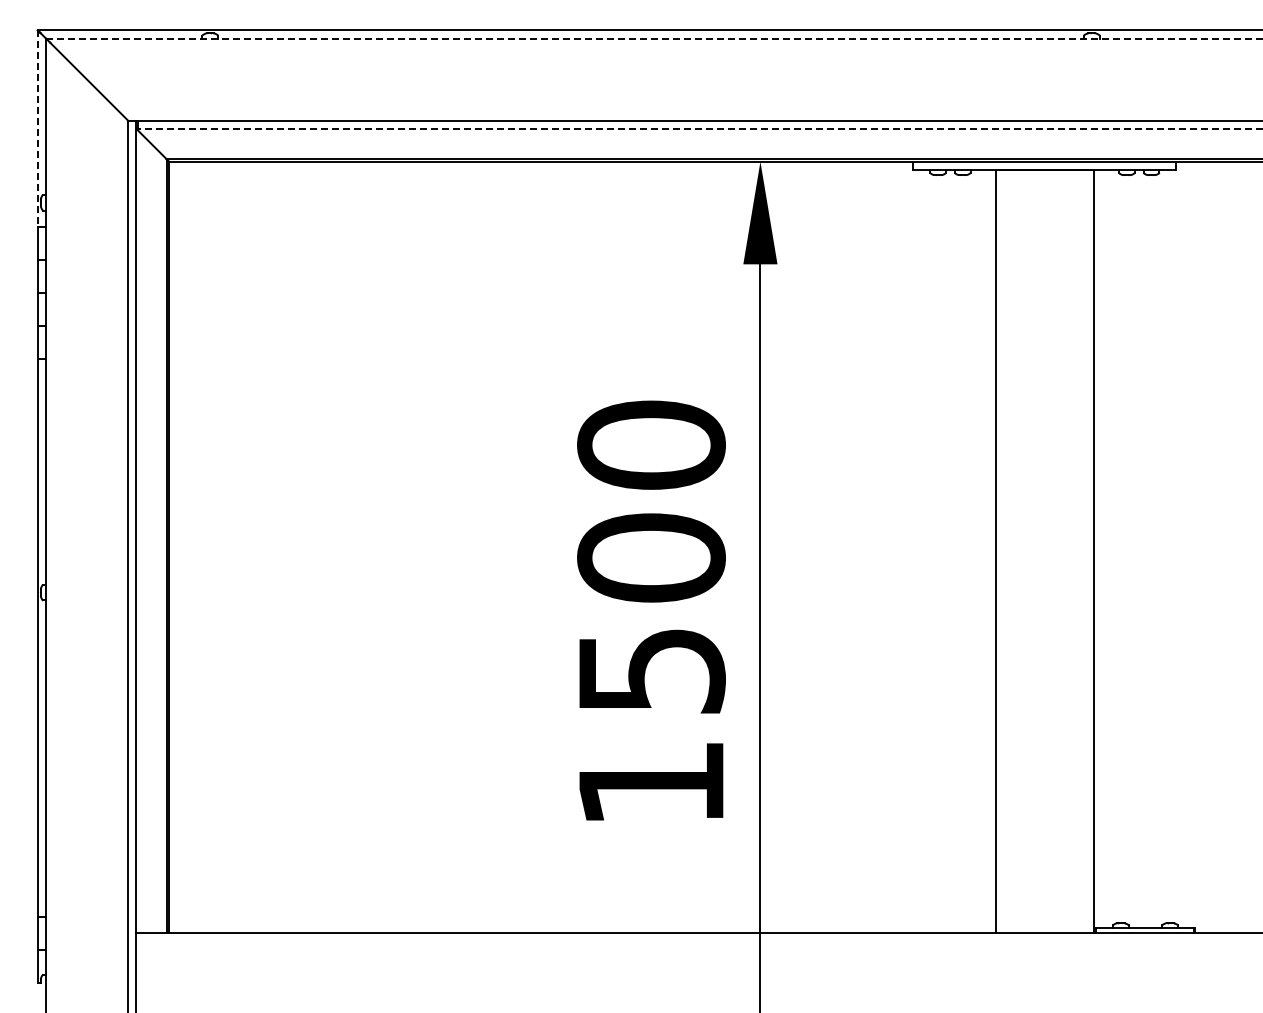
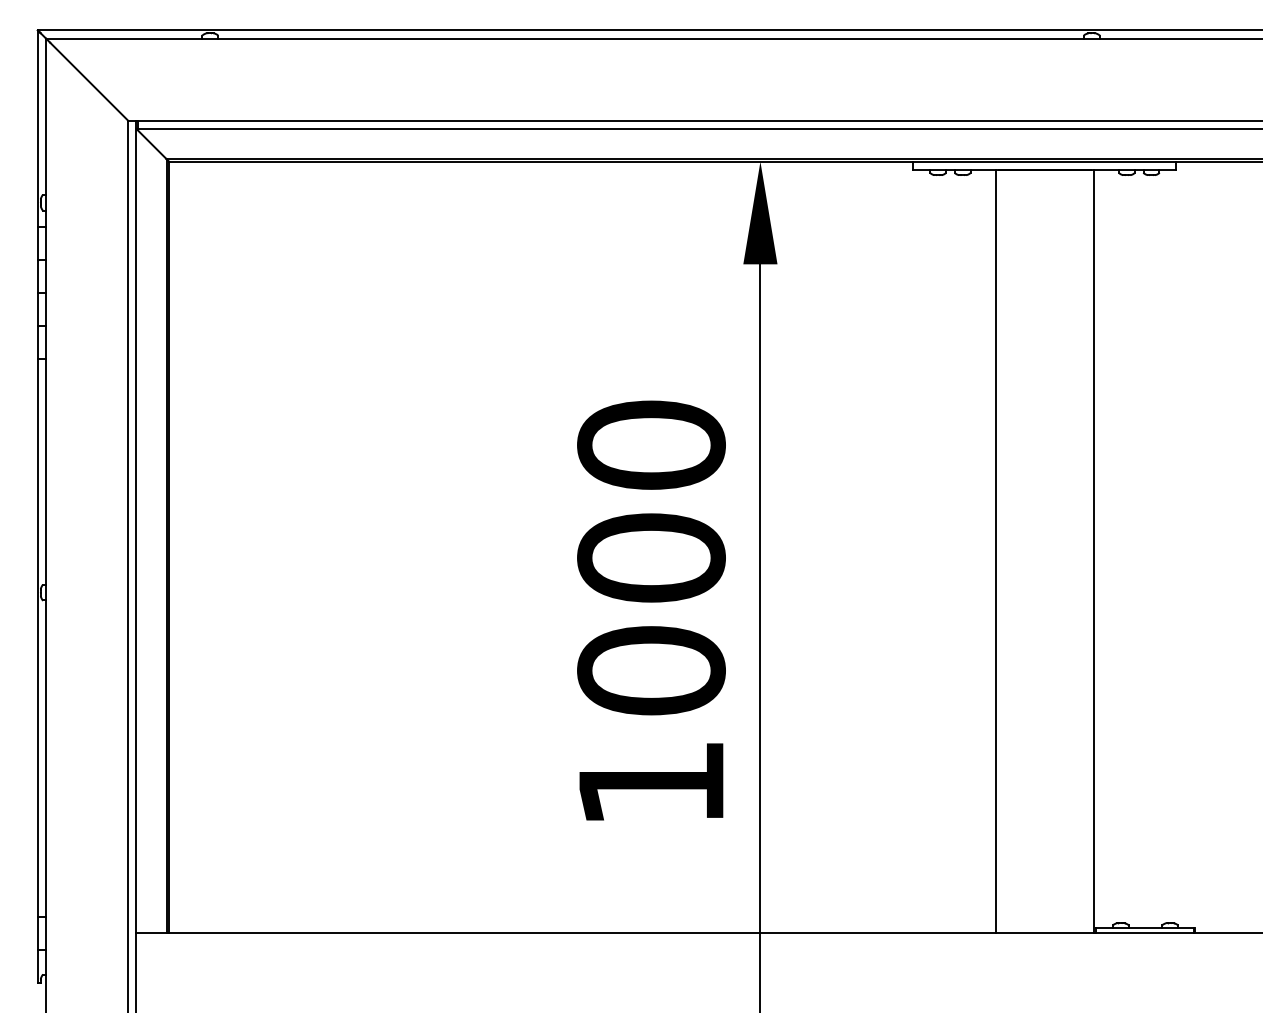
line at (654, 38): dashed -> solid
line at (699, 128): dashed -> solid
line at (37, 129): dashed -> solid
text at (651, 670): 1500 -> 1000
